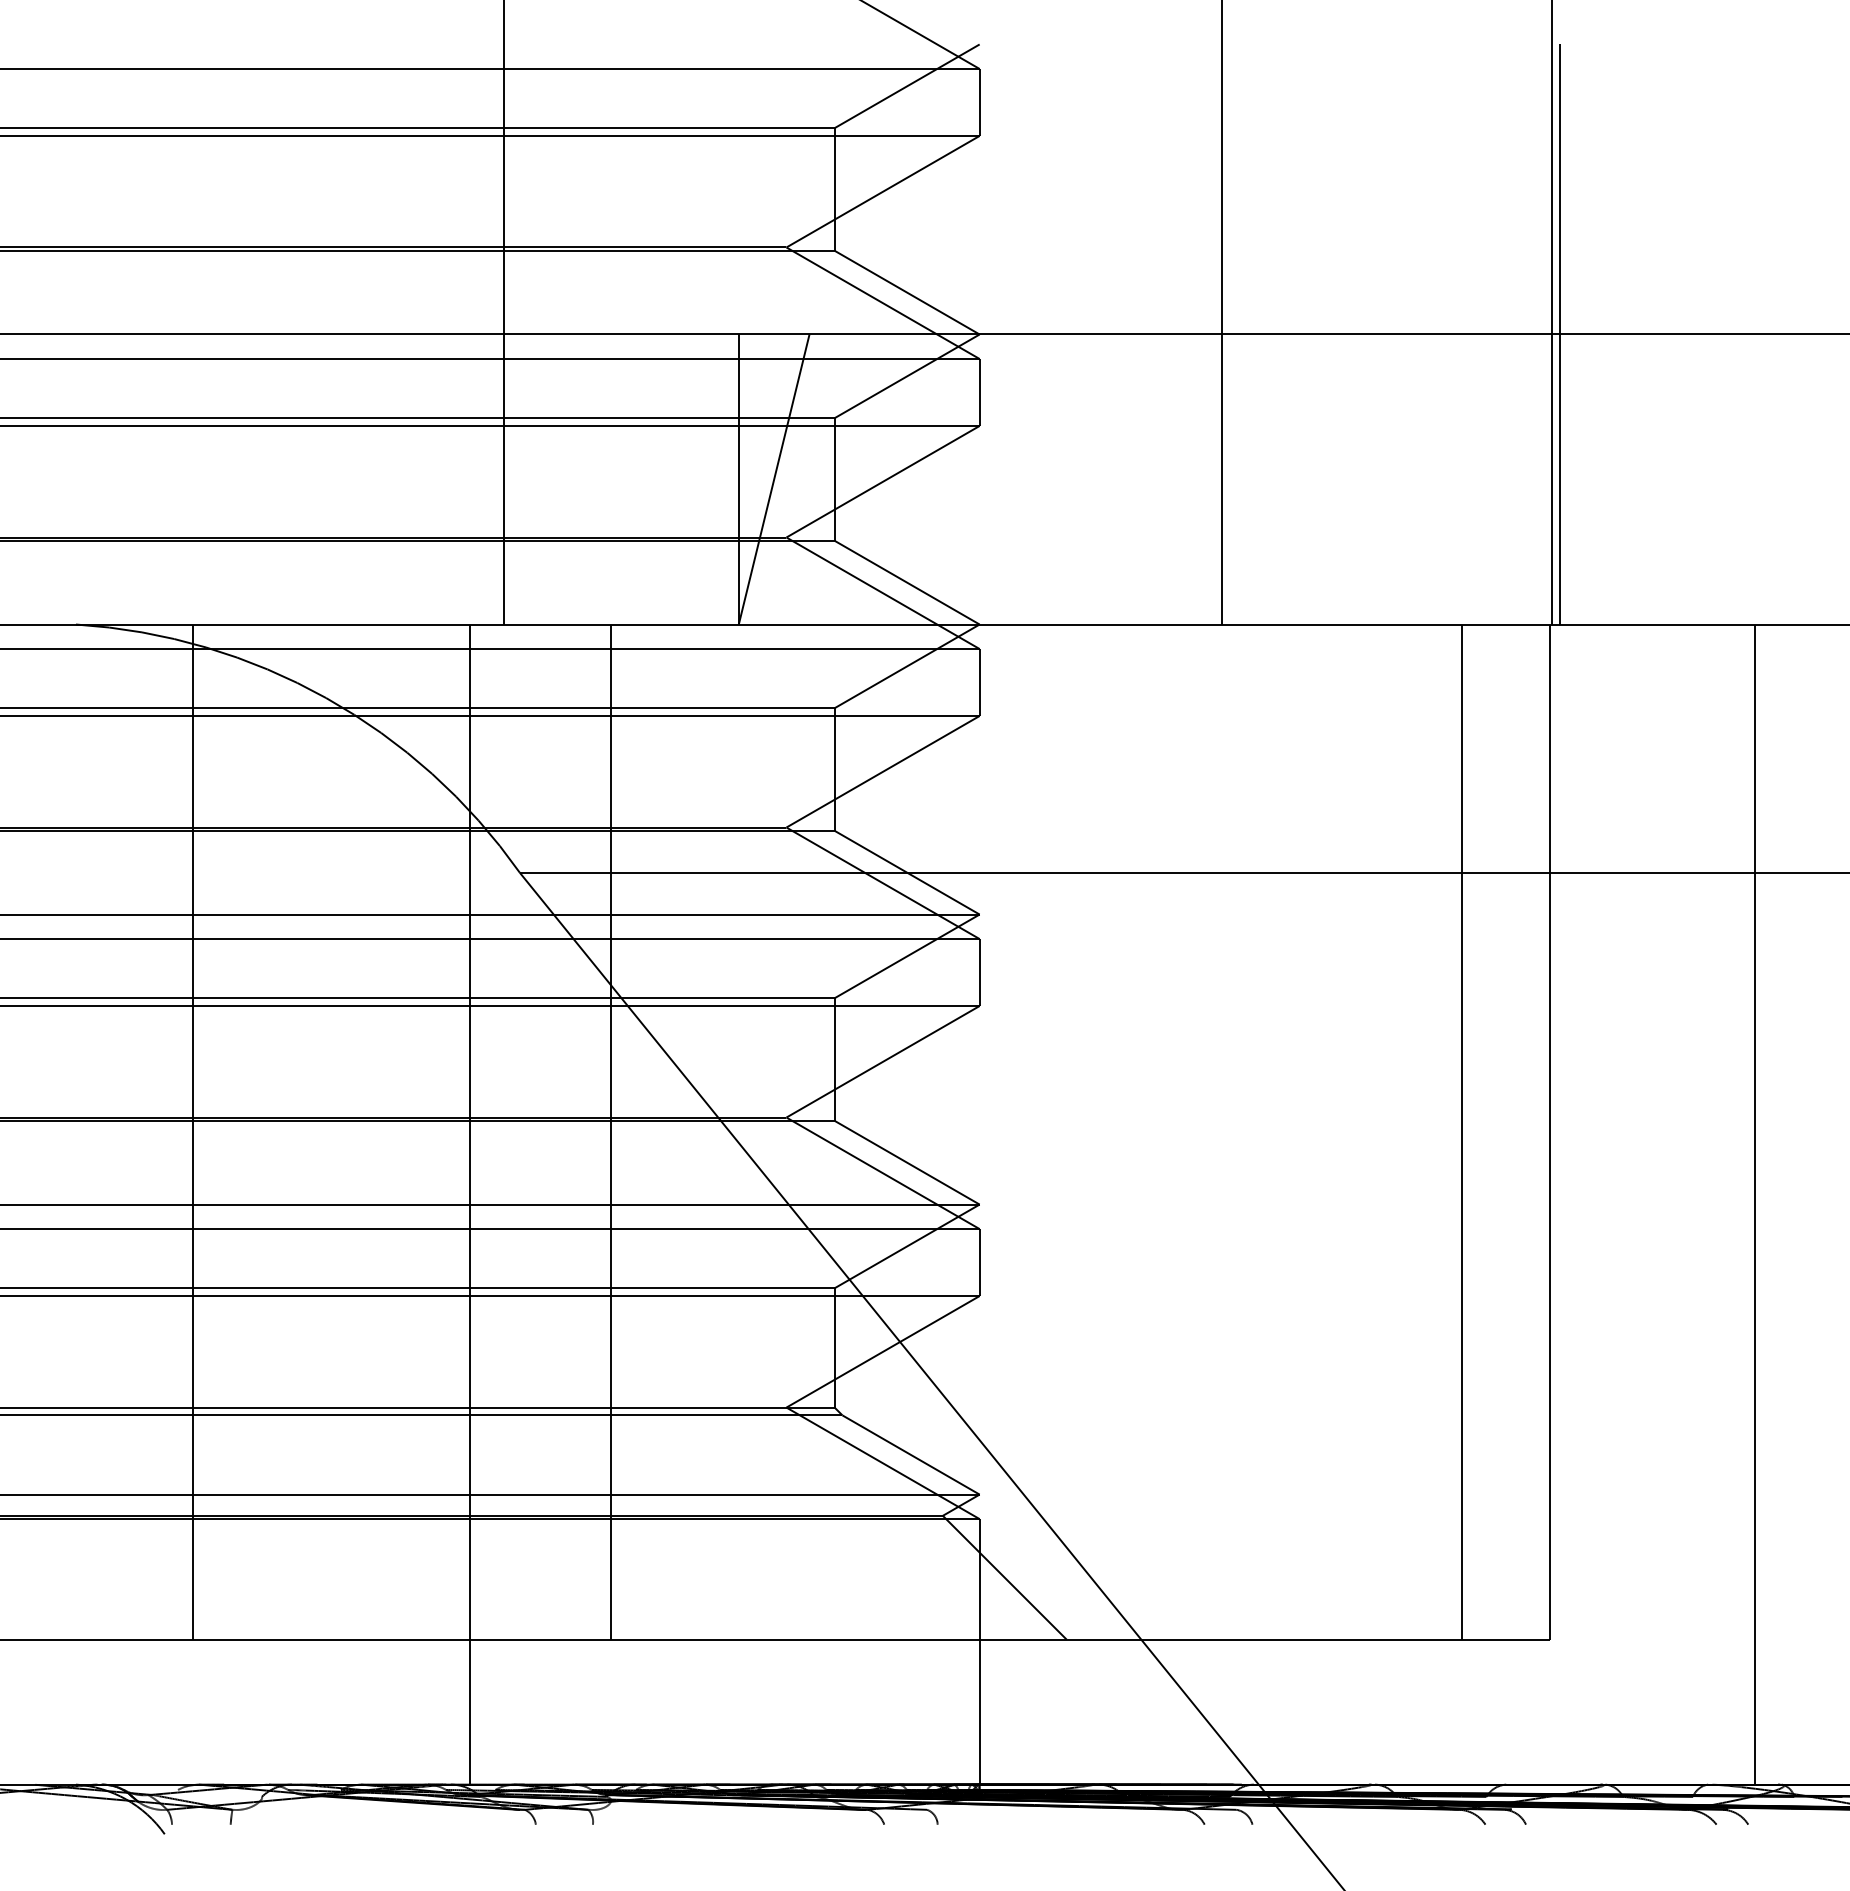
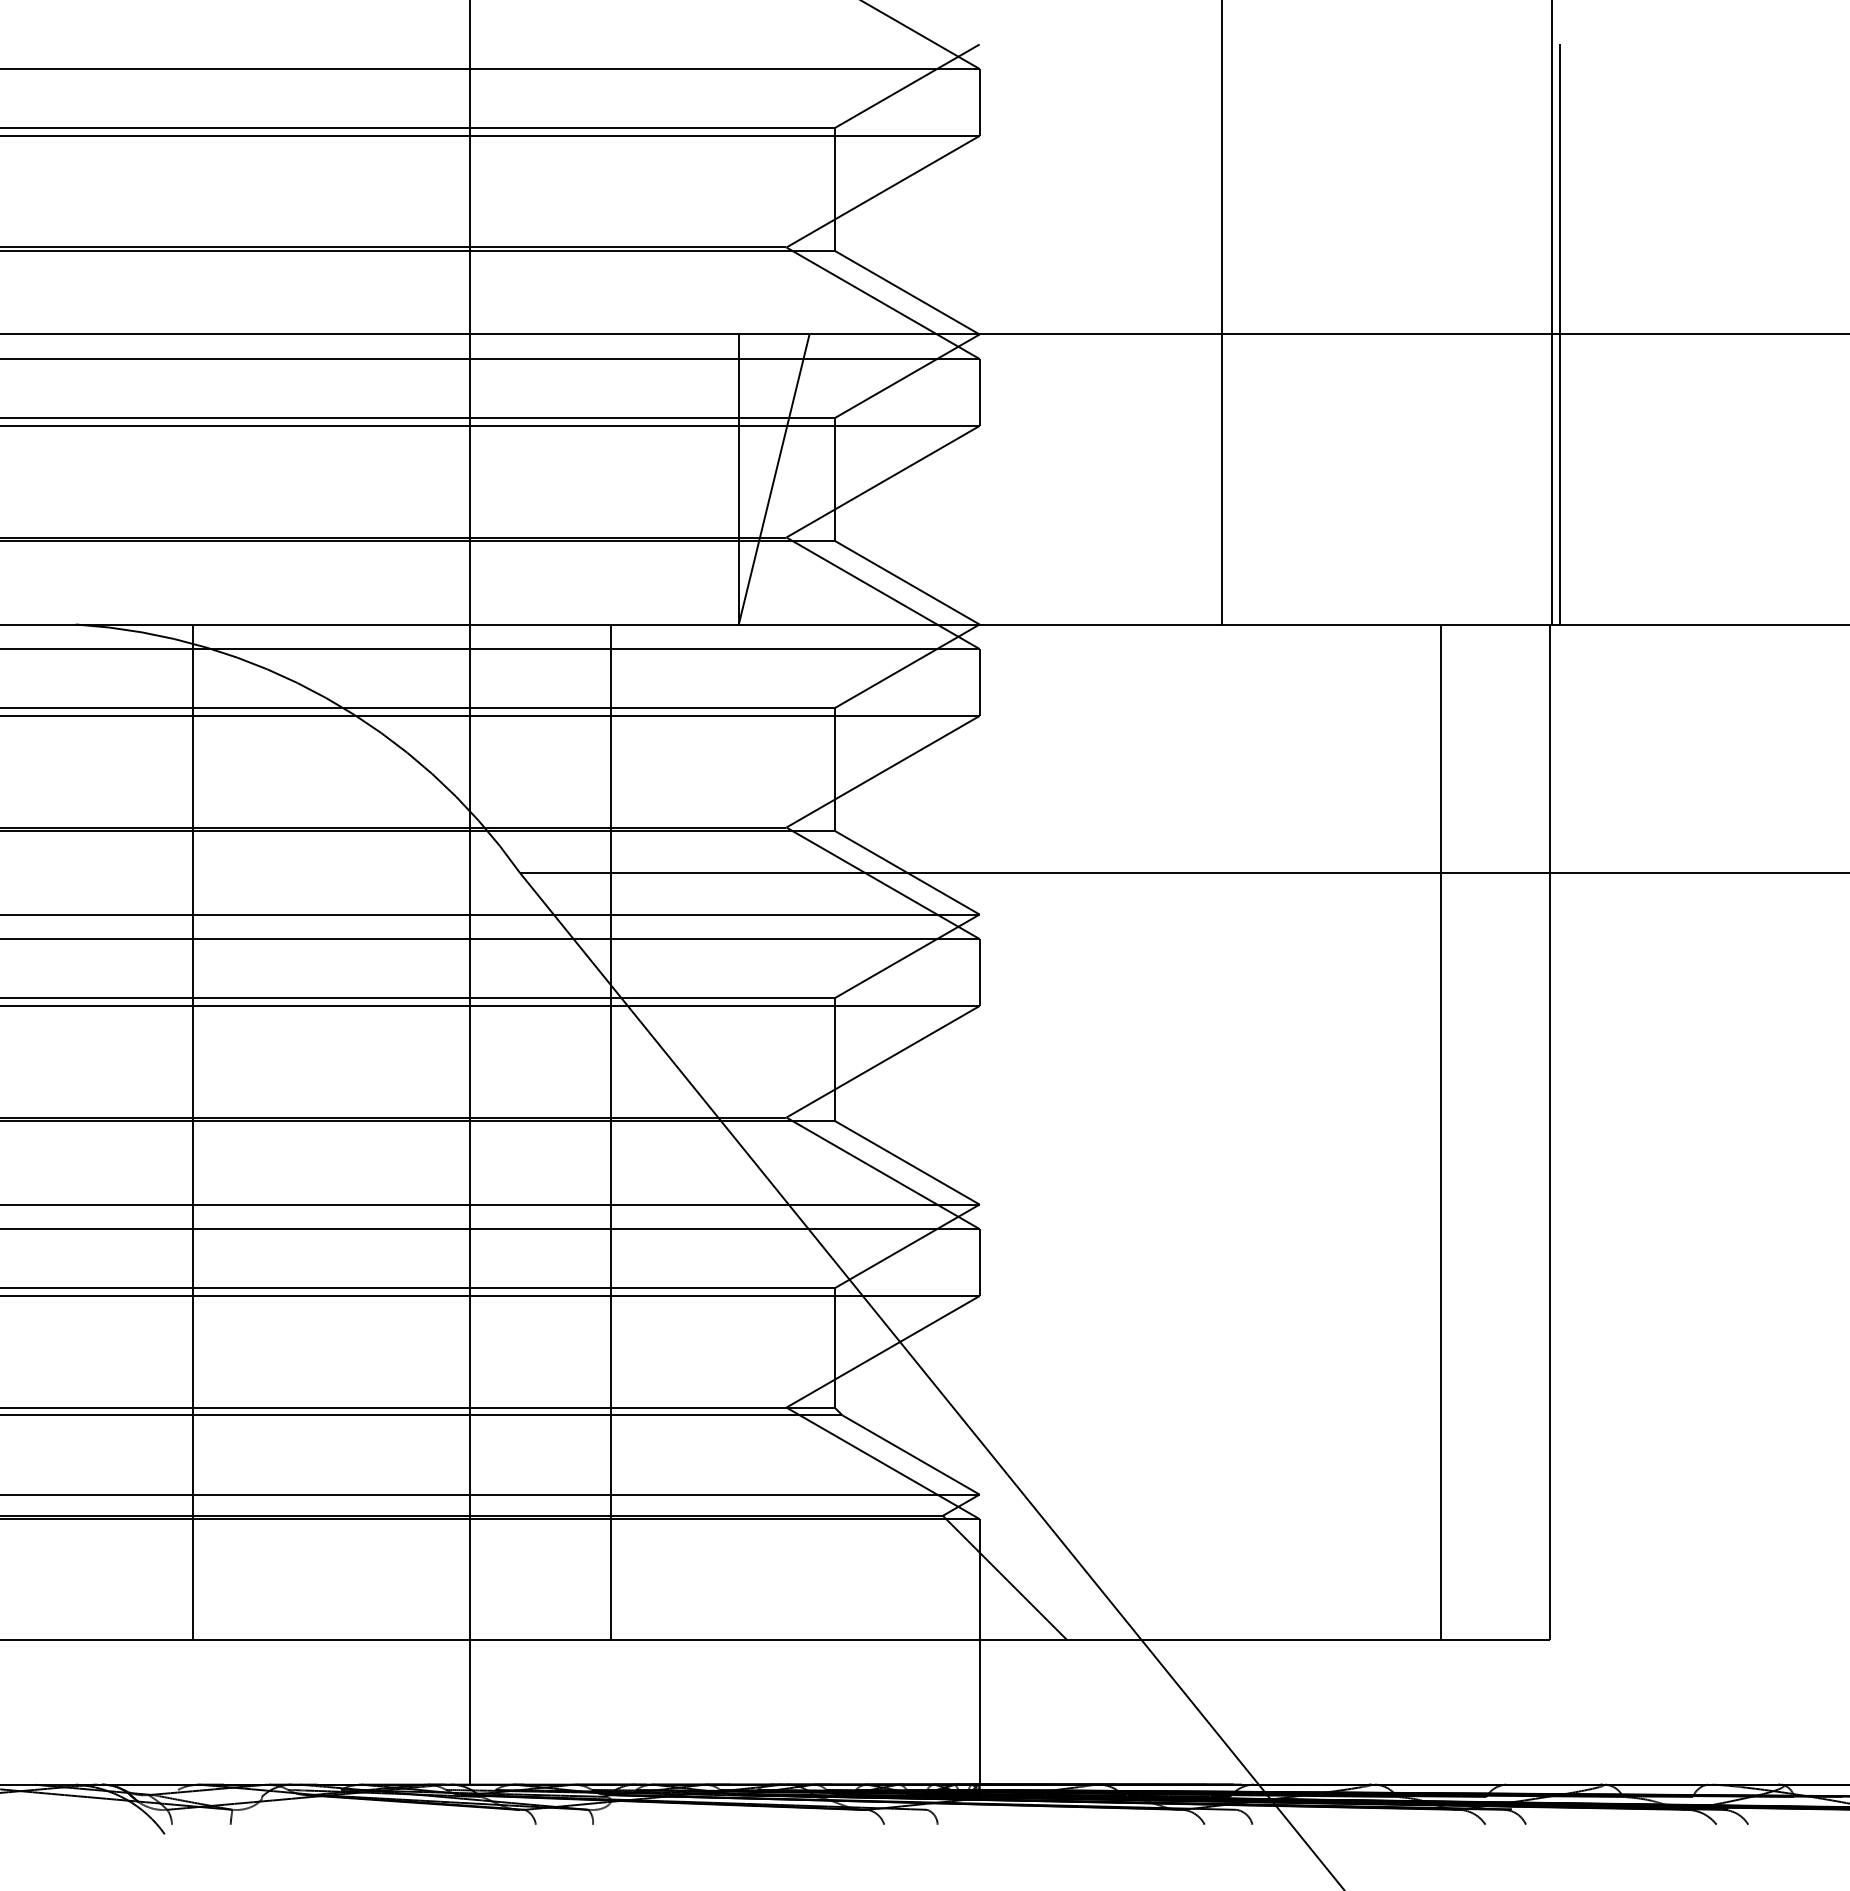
line at (504, 313) position: (504, 313) -> (470, 313)
line at (1462, 1131) position: (1462, 1131) -> (1441, 1131)
line at (1755, 1204): present -> none
